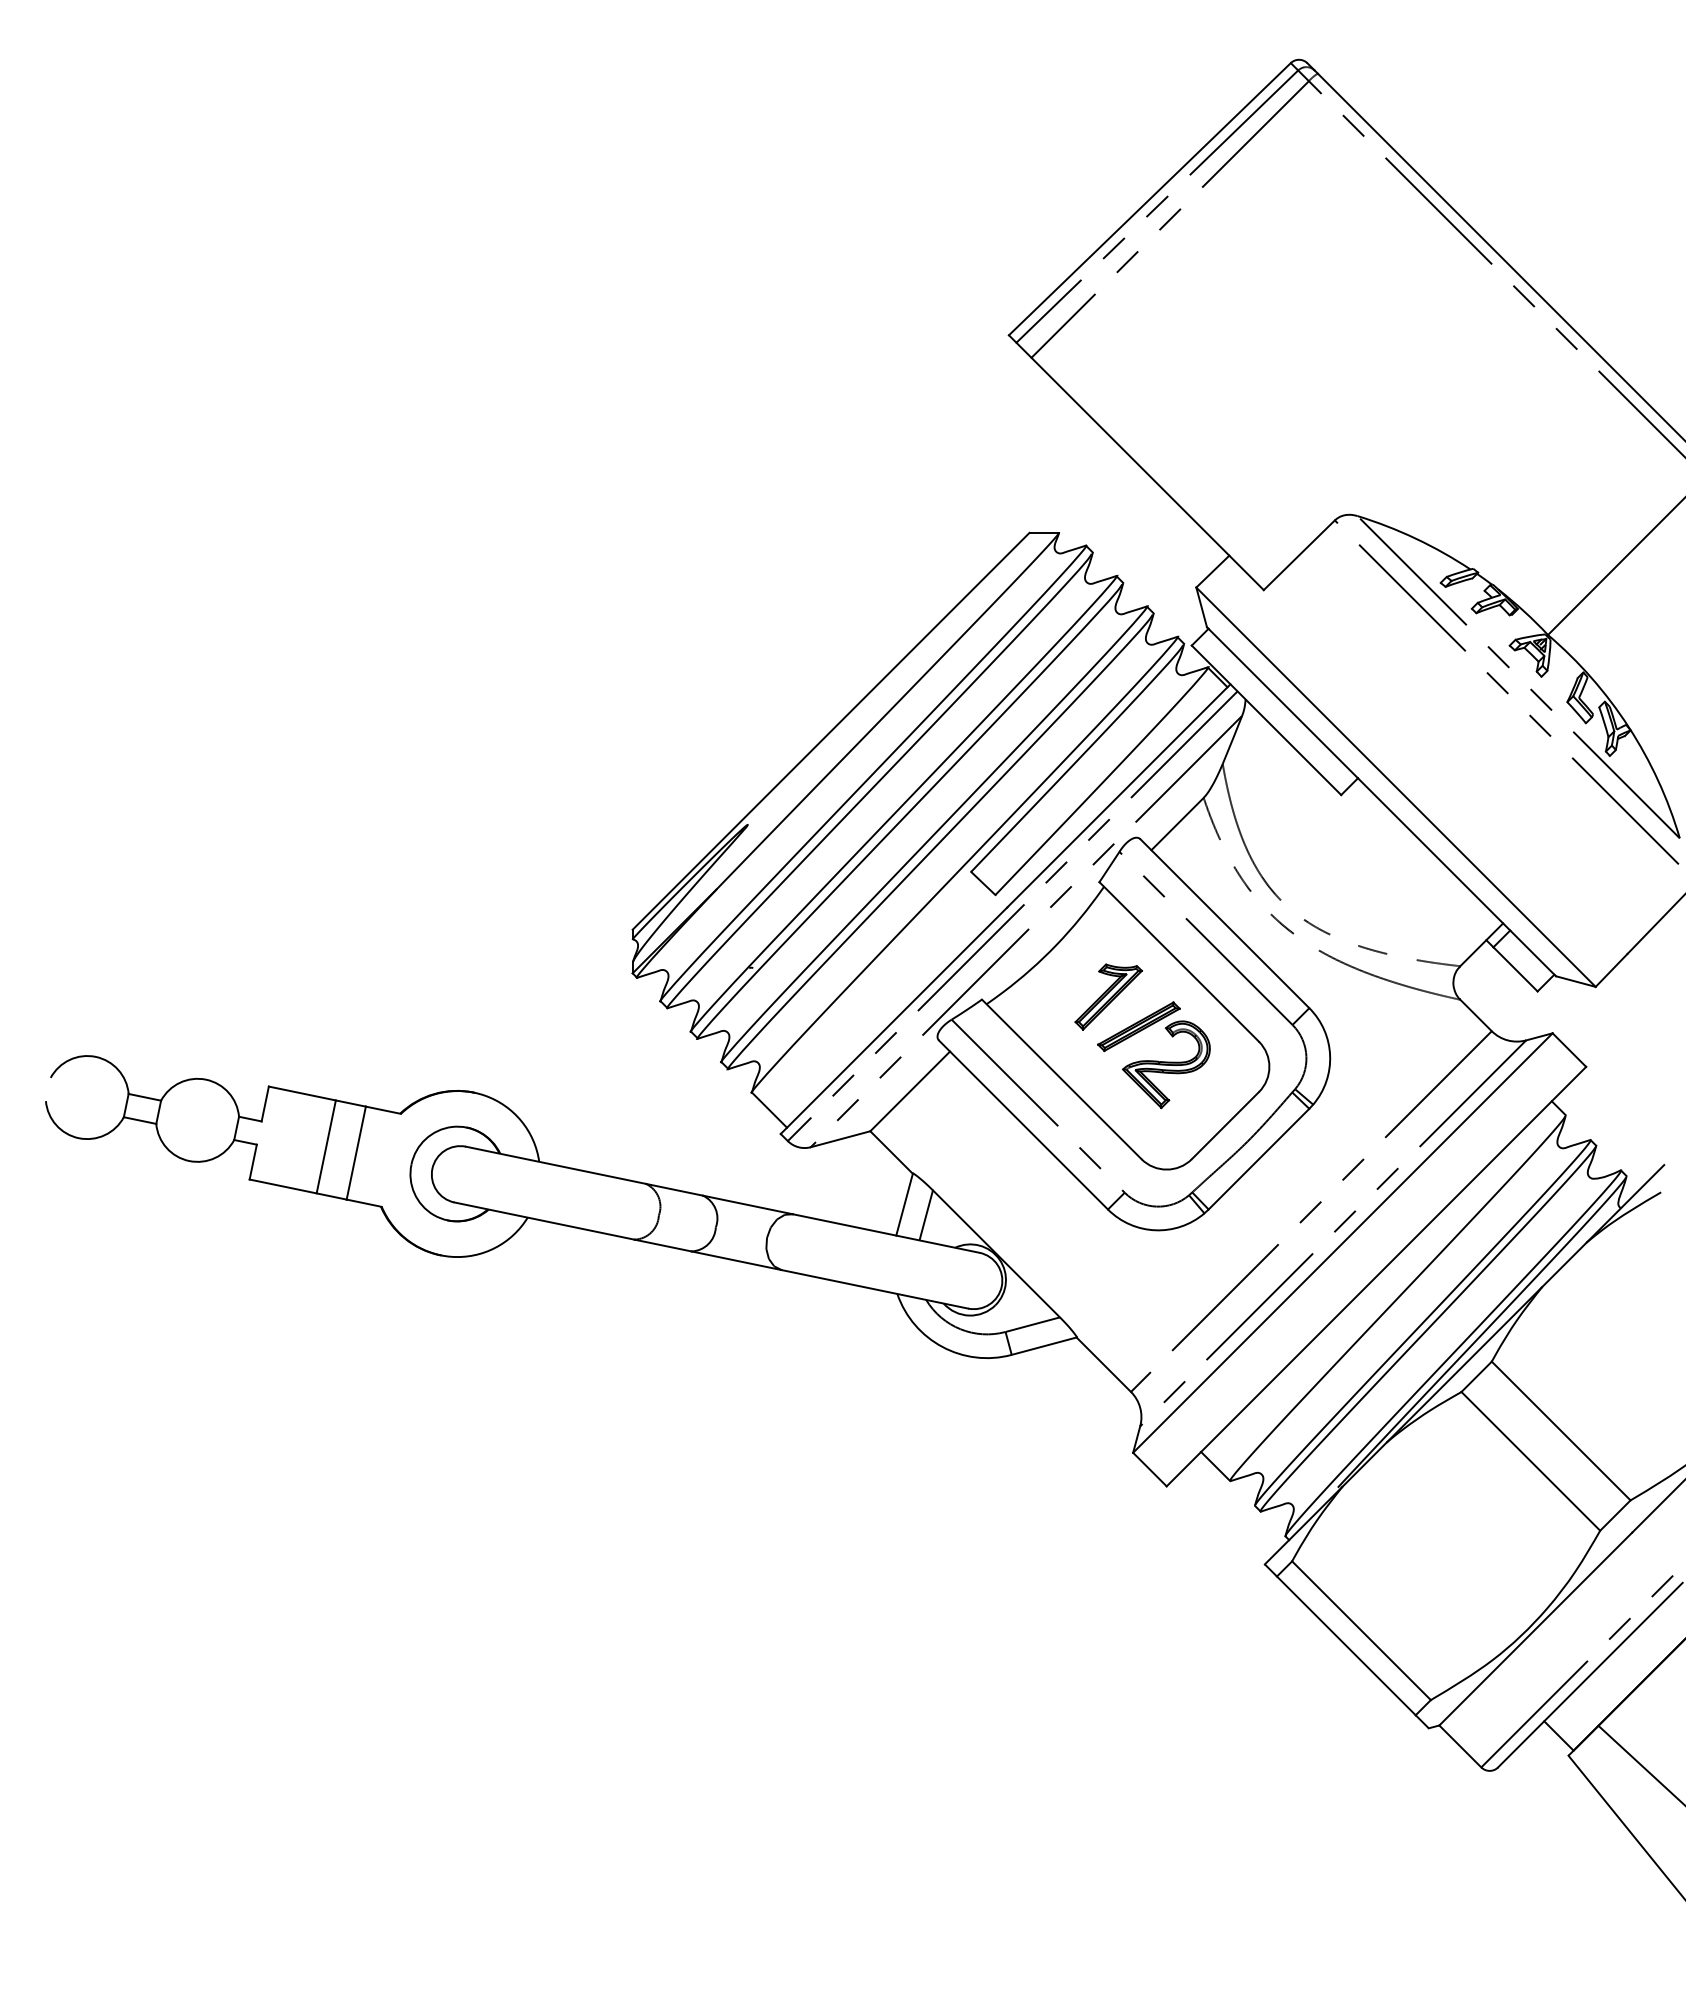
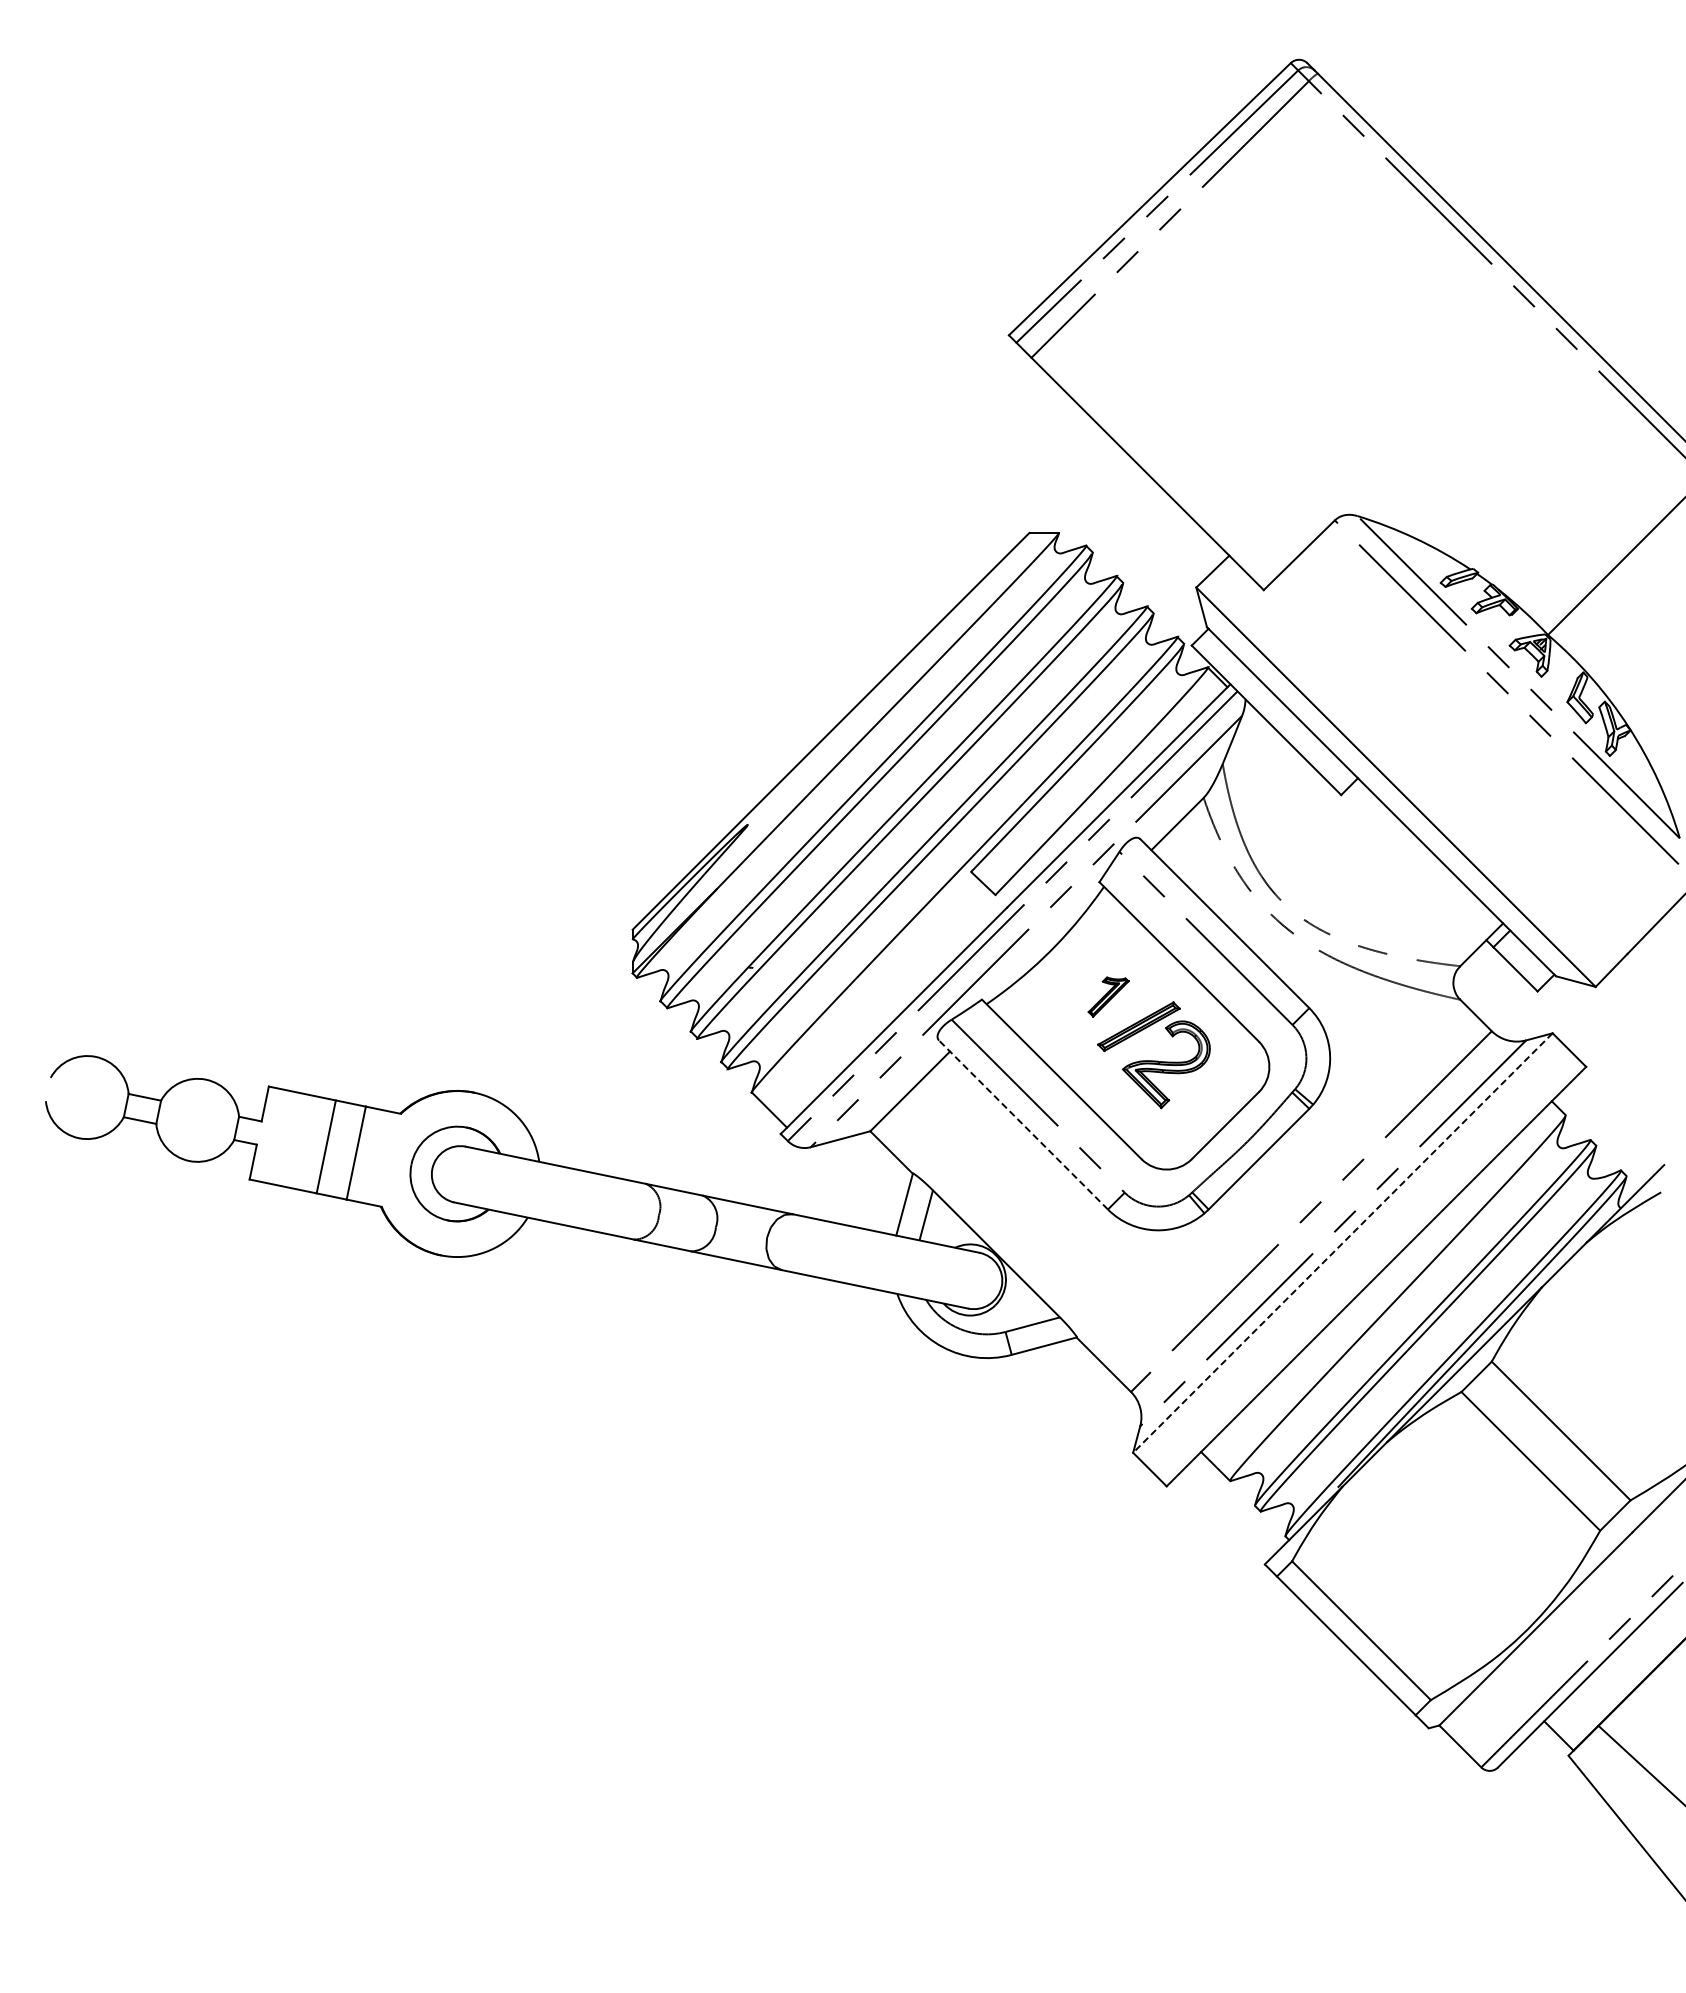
part at (1108, 996) size: 69x68 px -> 43x42 px
line at (1023, 1124): solid -> dashed
line at (1342, 1243): solid -> dashed
